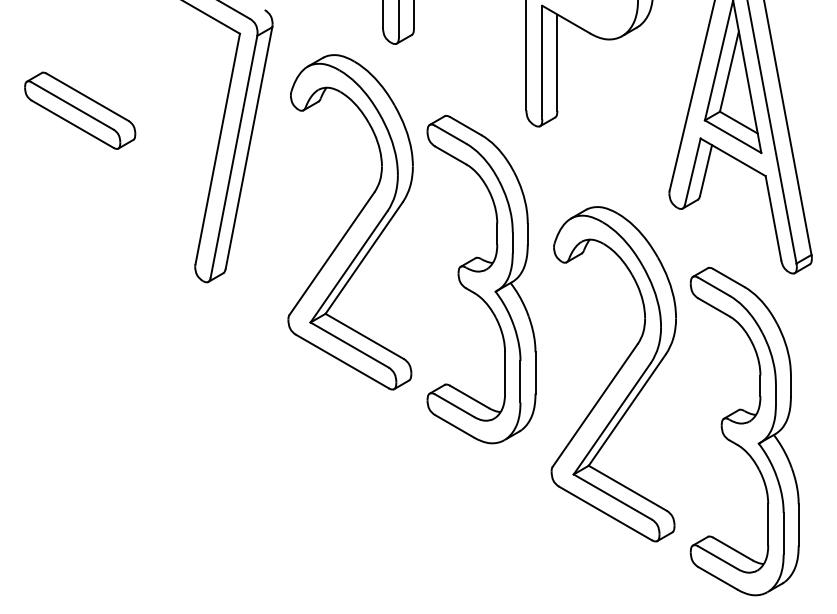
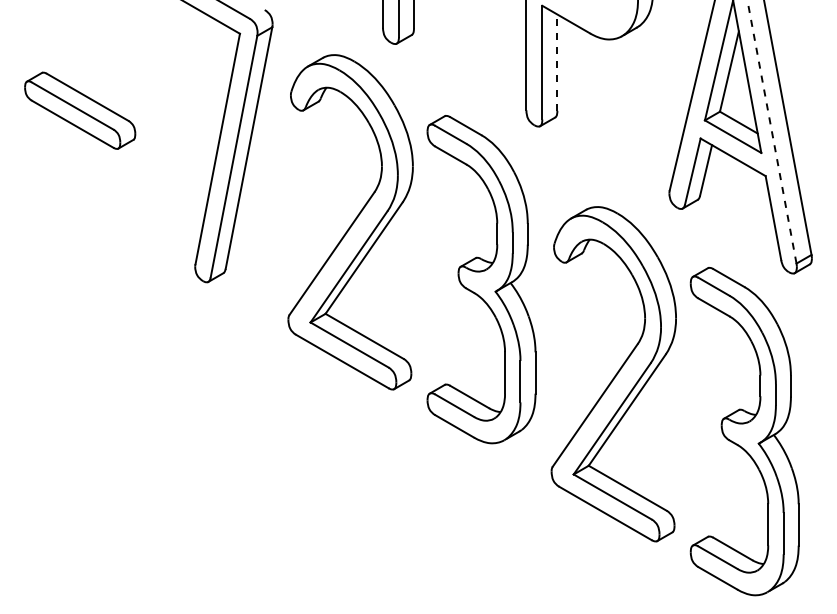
line at (557, 62): solid -> dashed
line at (771, 131): solid -> dashed
